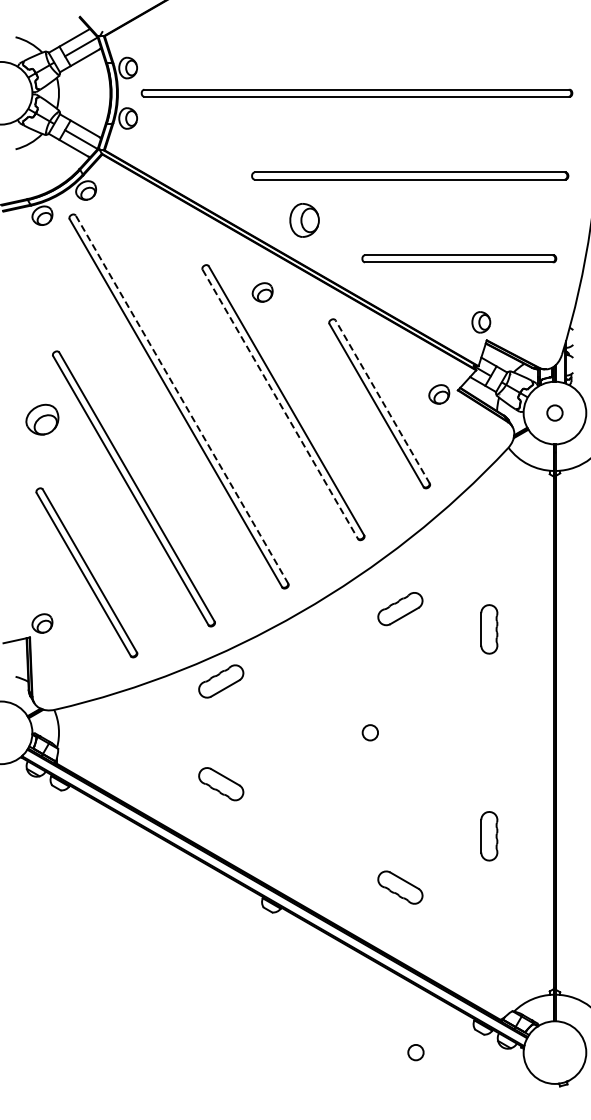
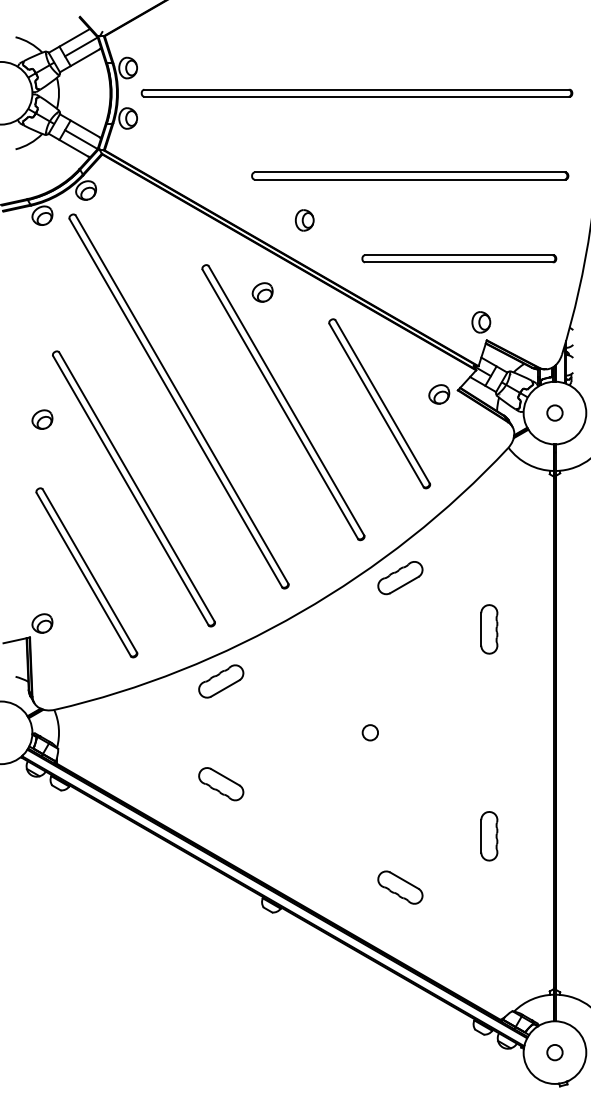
part at (304, 220) size: 31x35 px -> 20x23 px
line at (182, 399): dashed -> solid
line at (382, 401): dashed -> solid
line at (280, 404): dashed -> solid
part at (42, 419) size: 35x33 px -> 23x21 px
part at (400, 609) position: (400, 609) -> (400, 578)
circle at (415, 1052) position: (415, 1052) -> (554, 1052)
